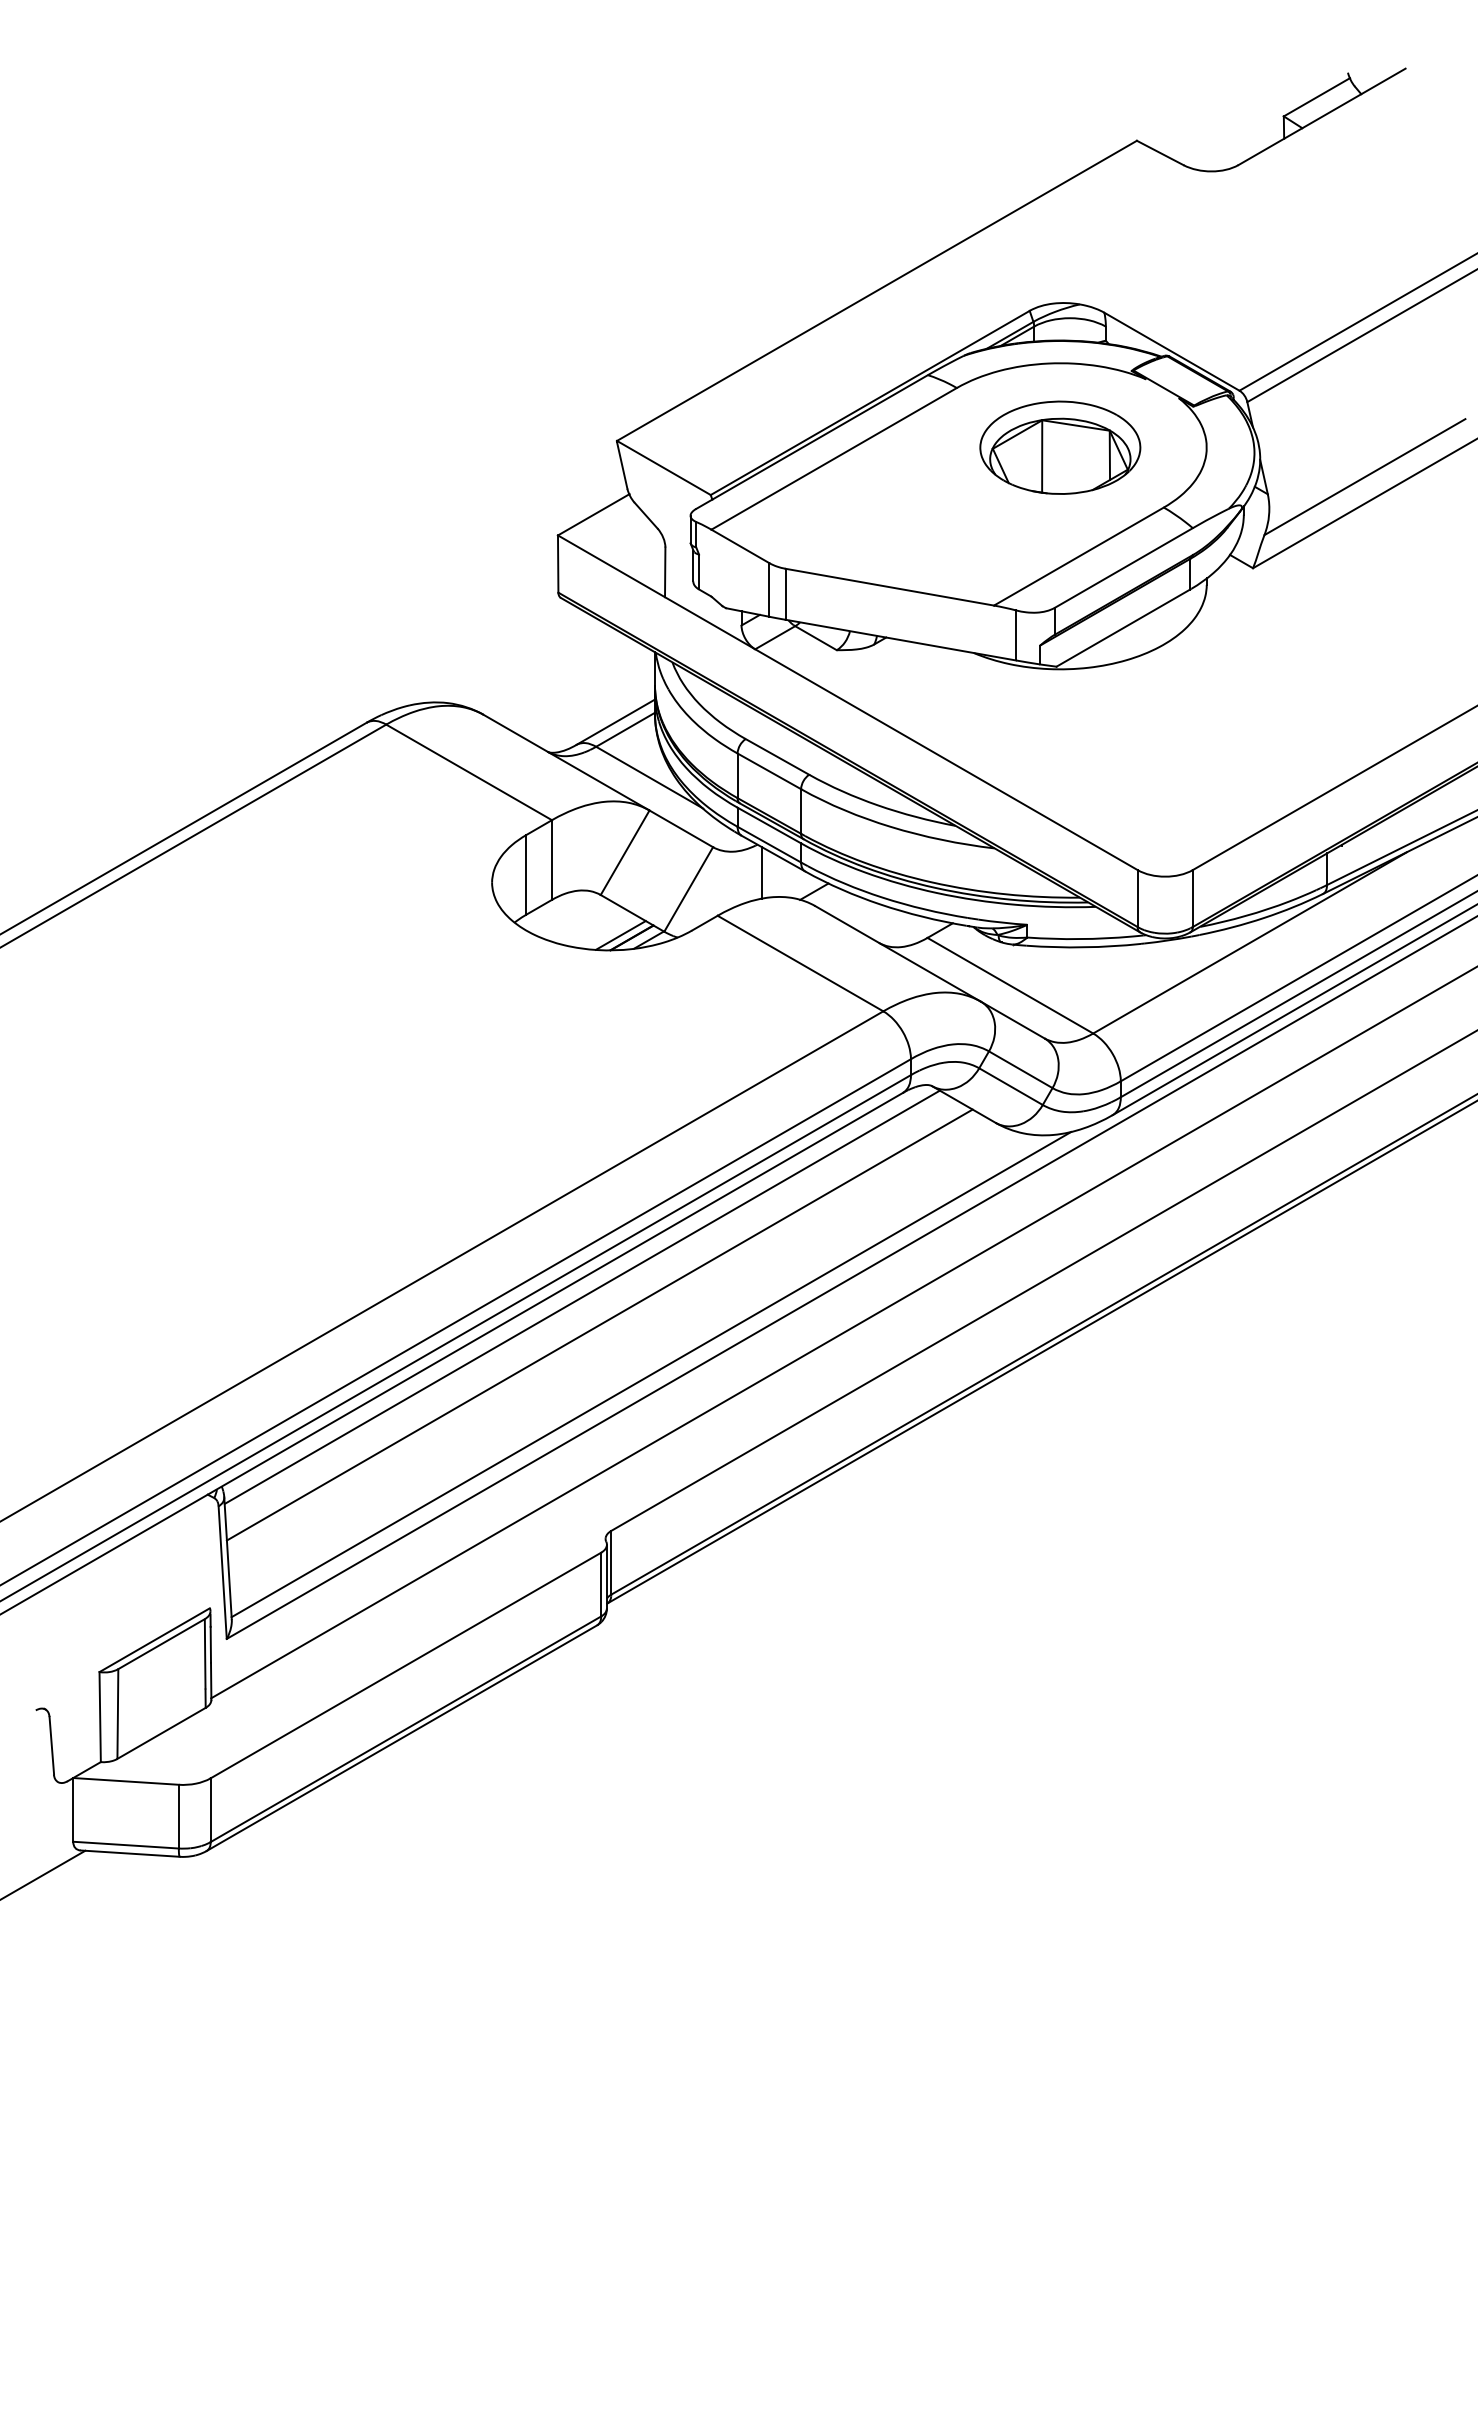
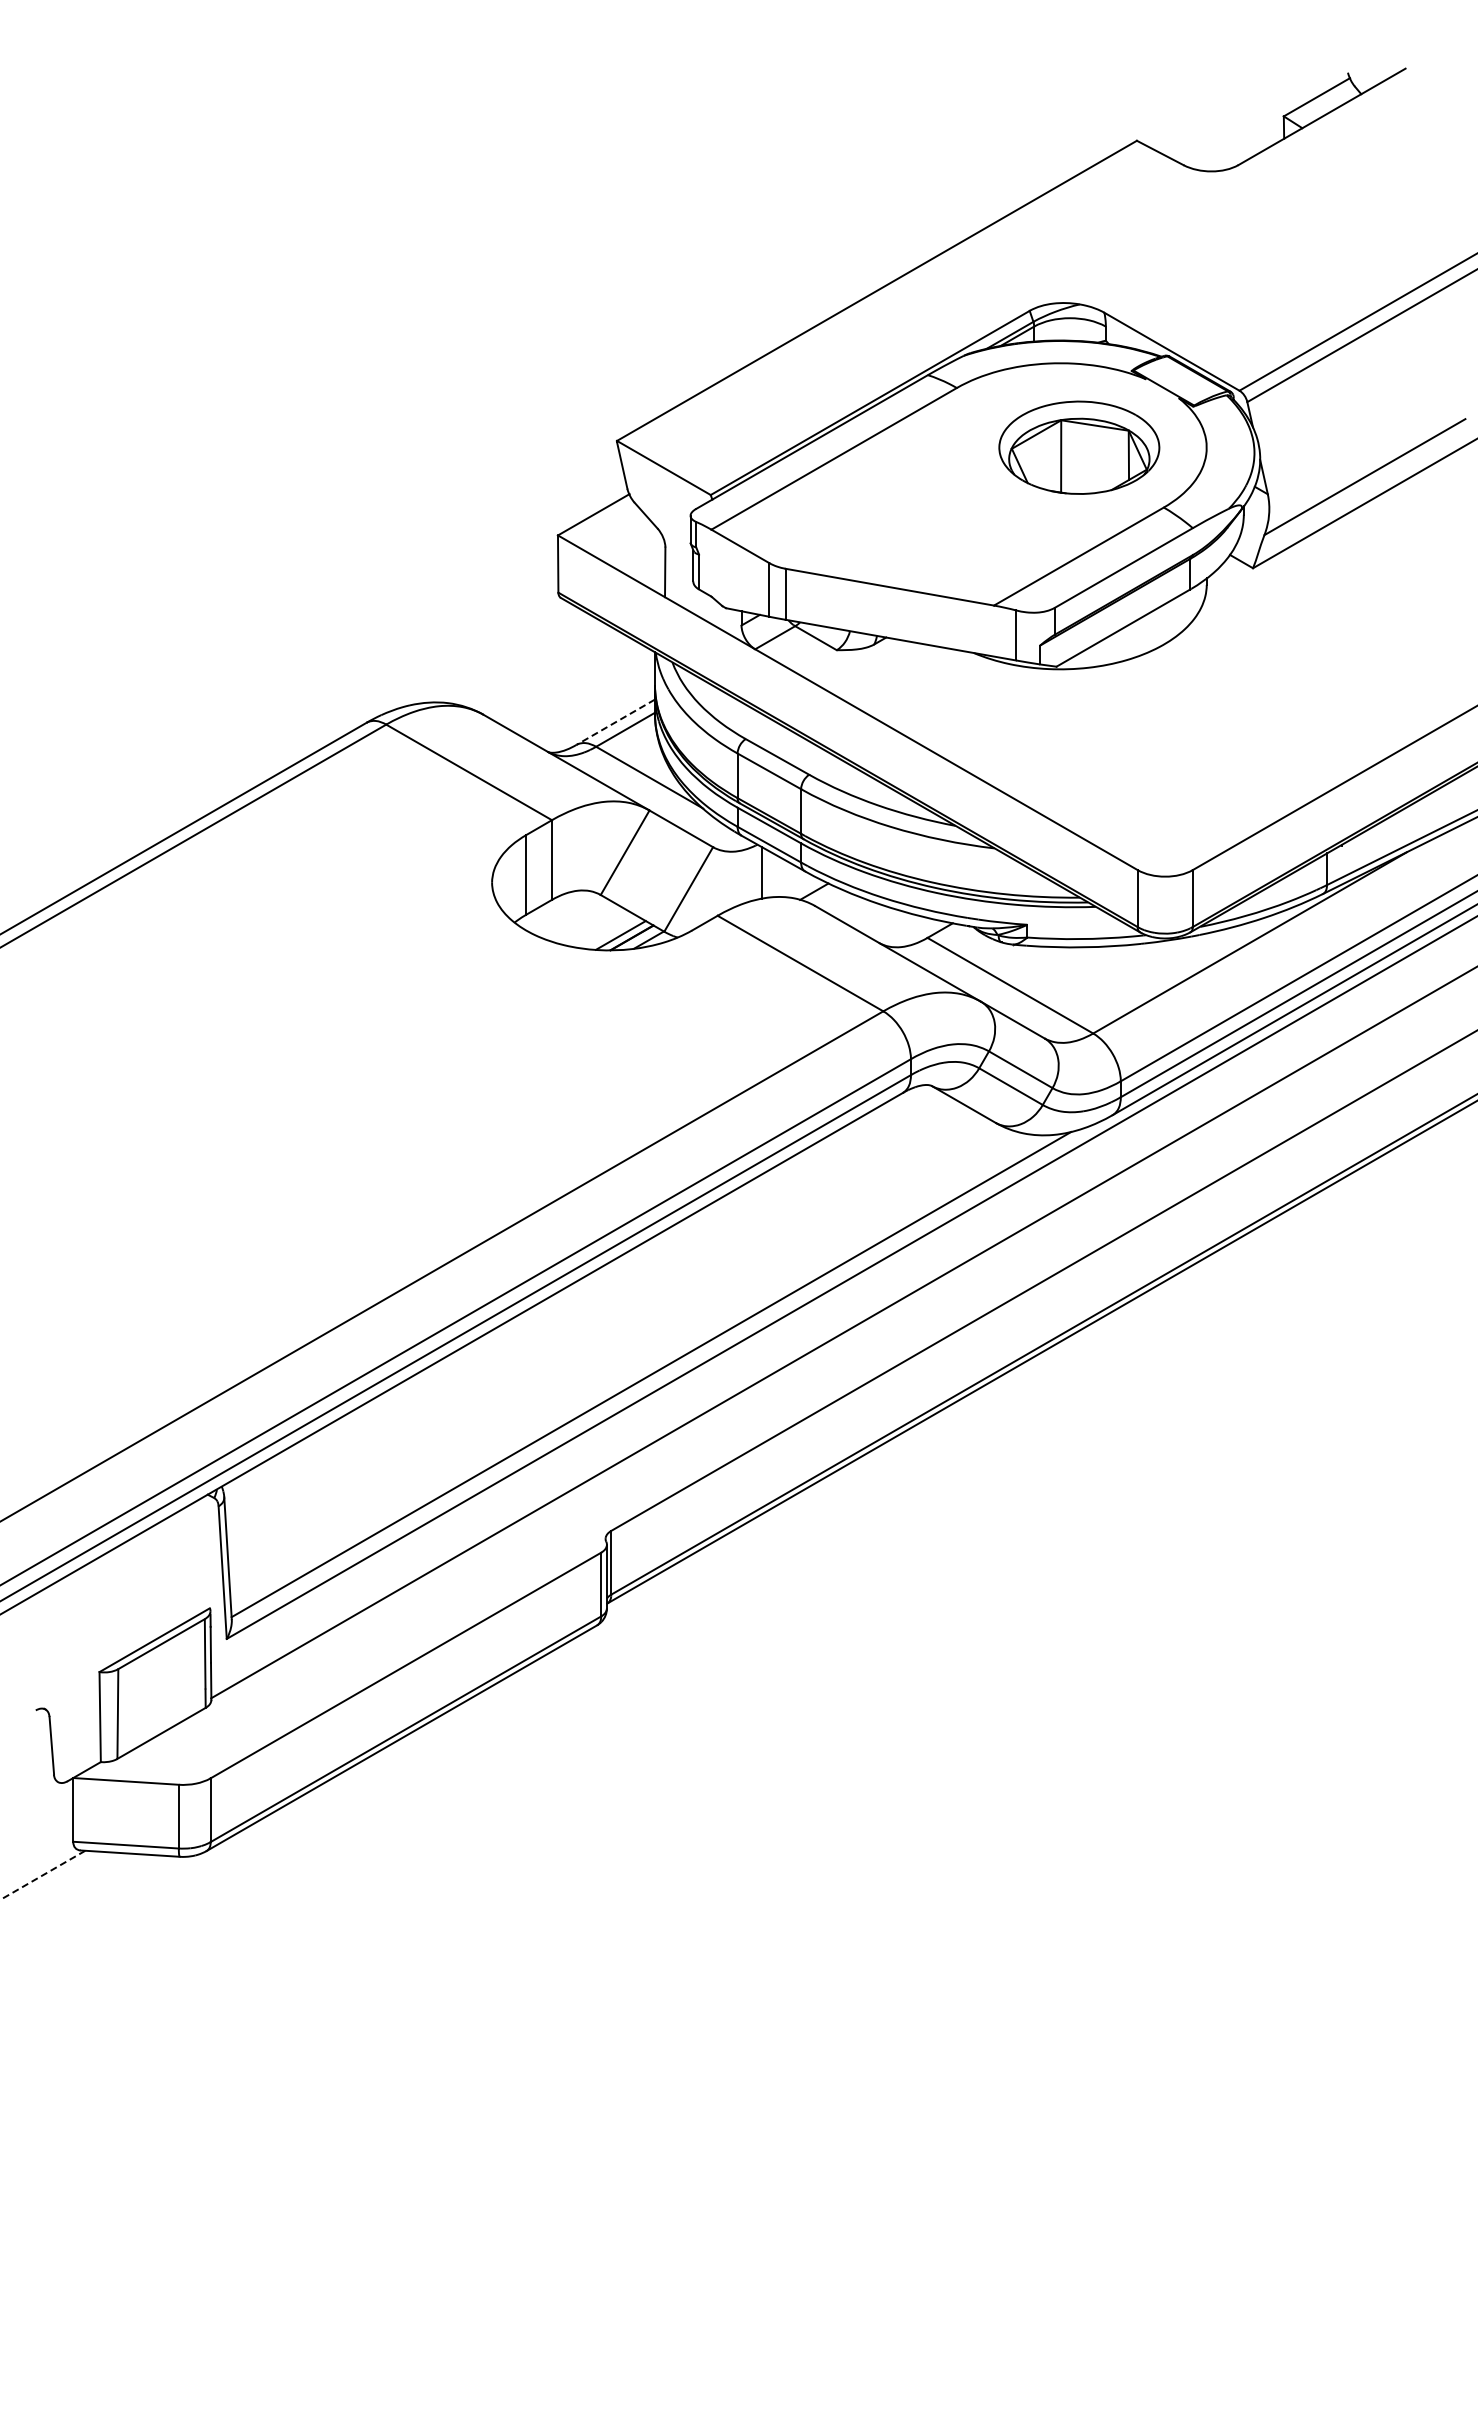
part at (1060, 447) position: (1060, 447) -> (1079, 447)
line at (615, 722): solid -> dashed
line at (581, 1296): present -> none
line at (599, 1324): present -> none
line at (42, 1875): solid -> dashed
